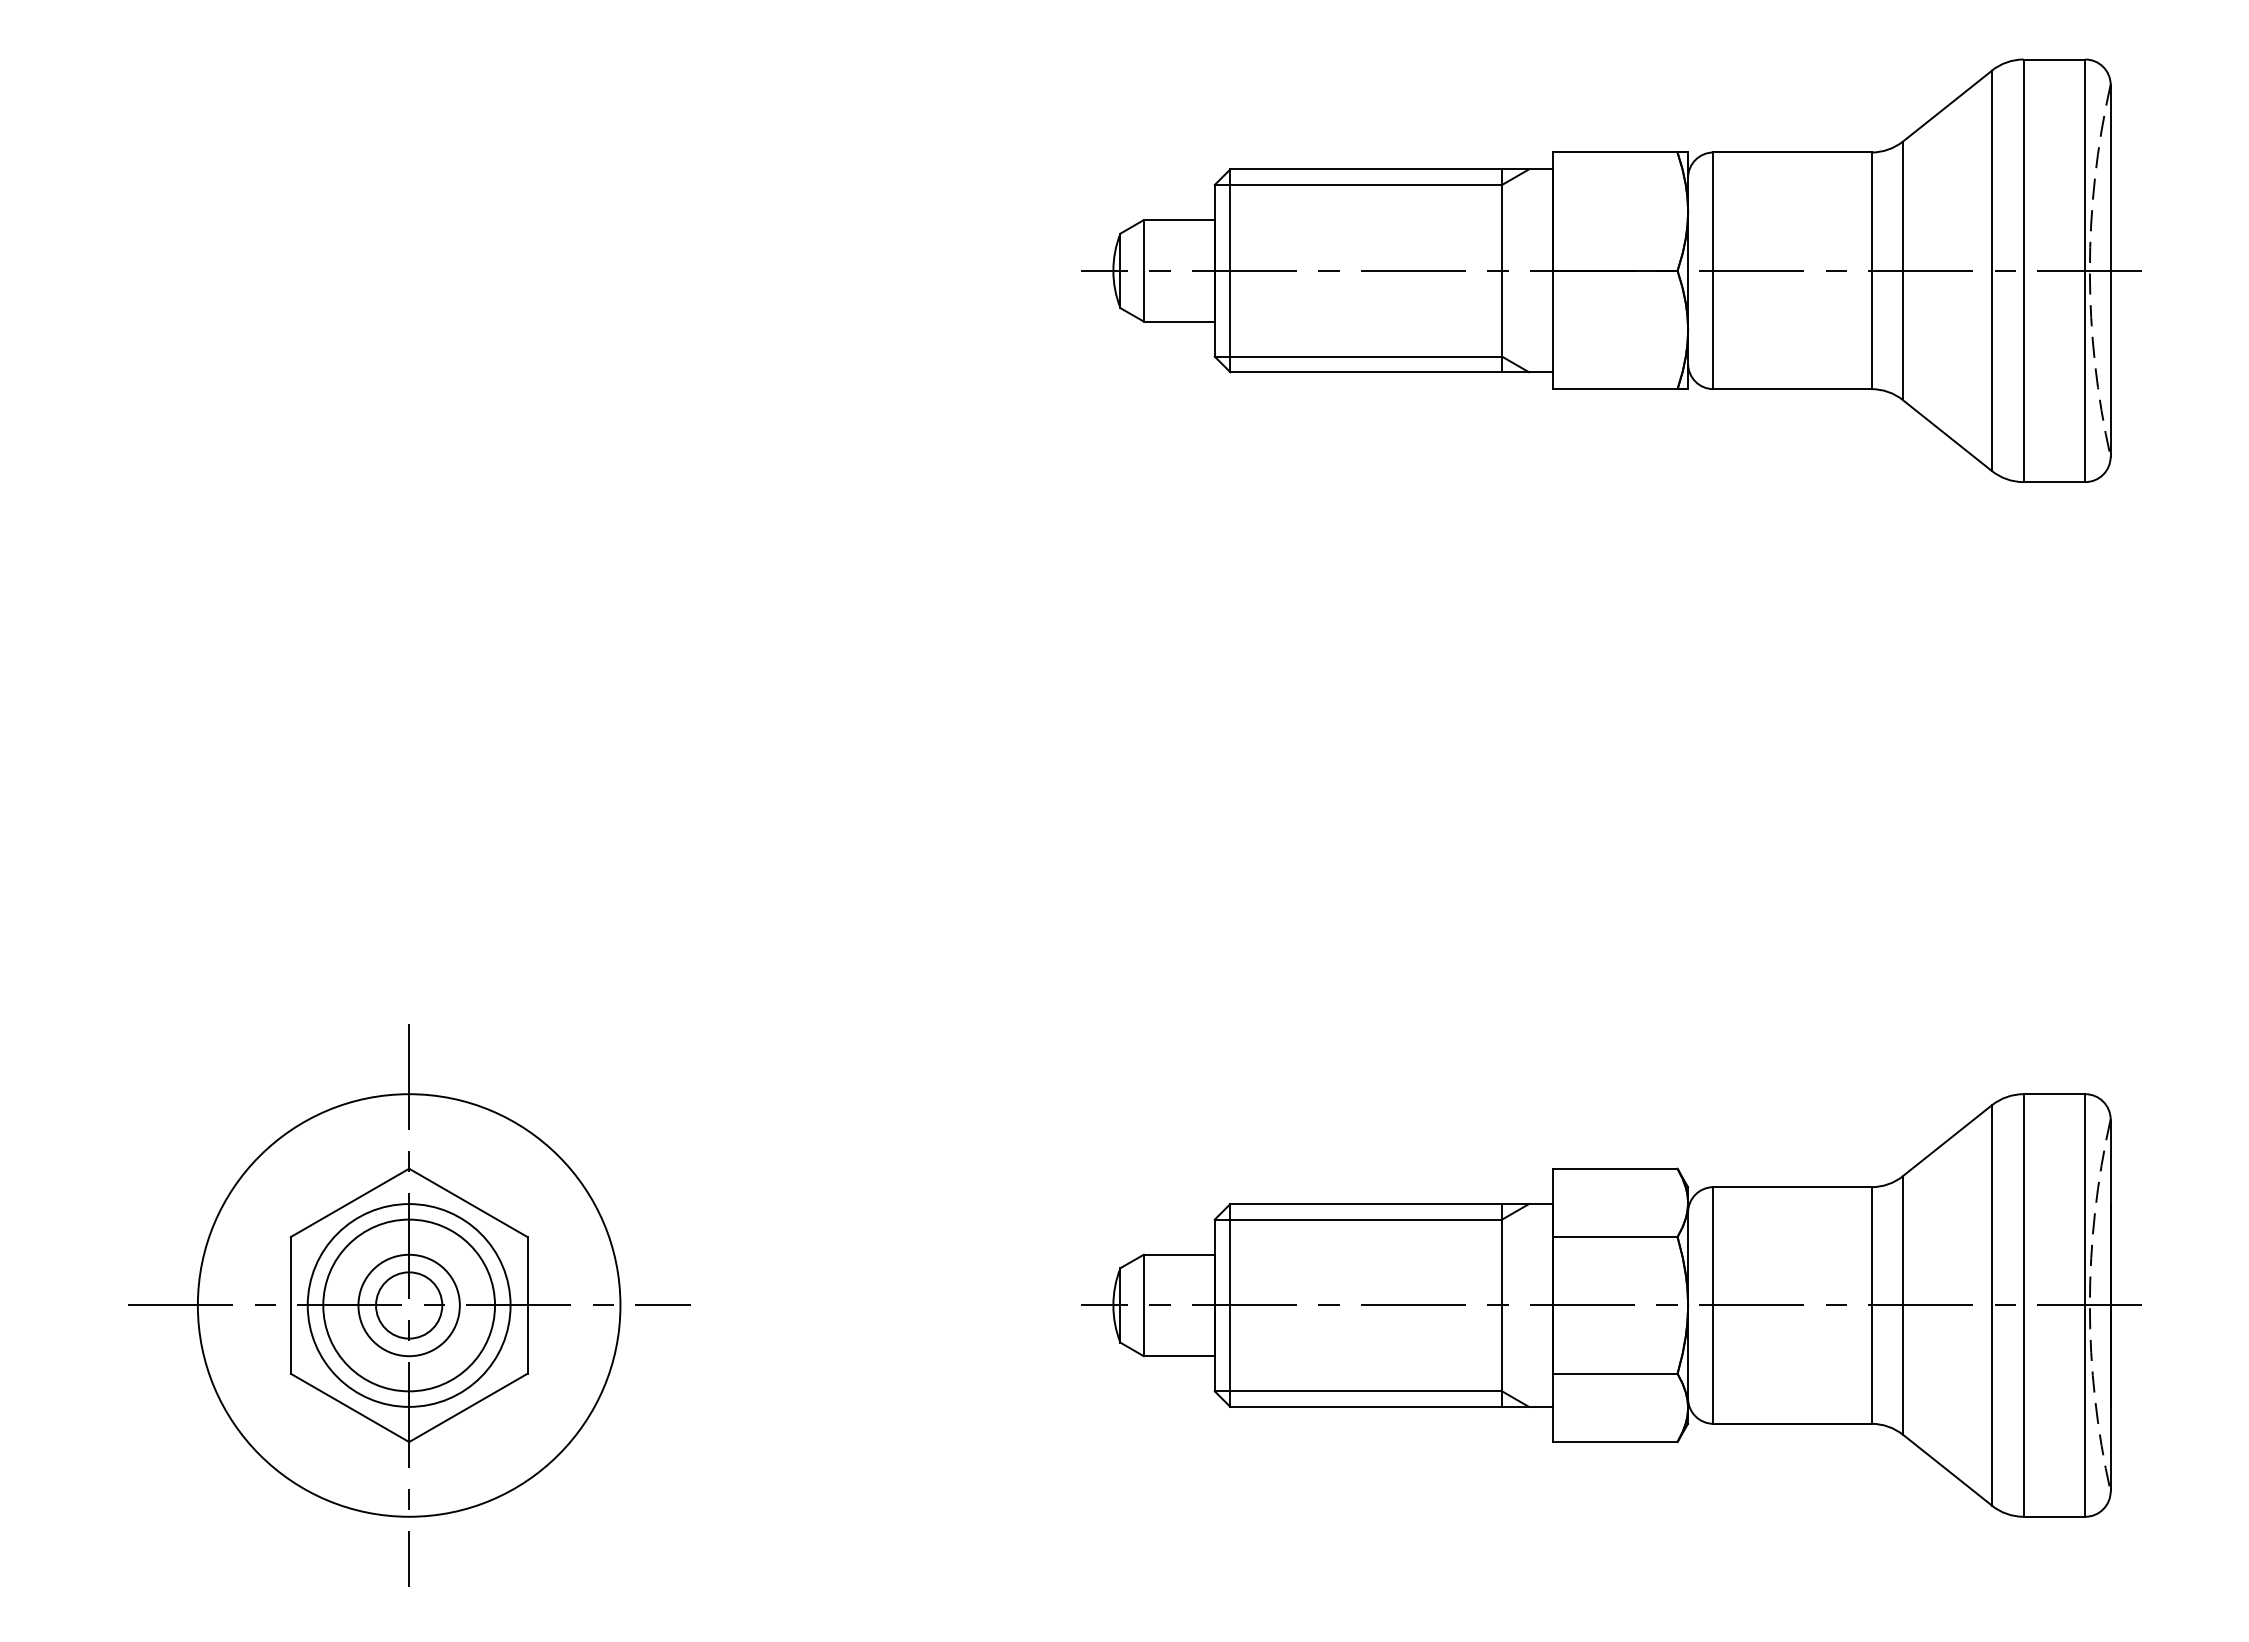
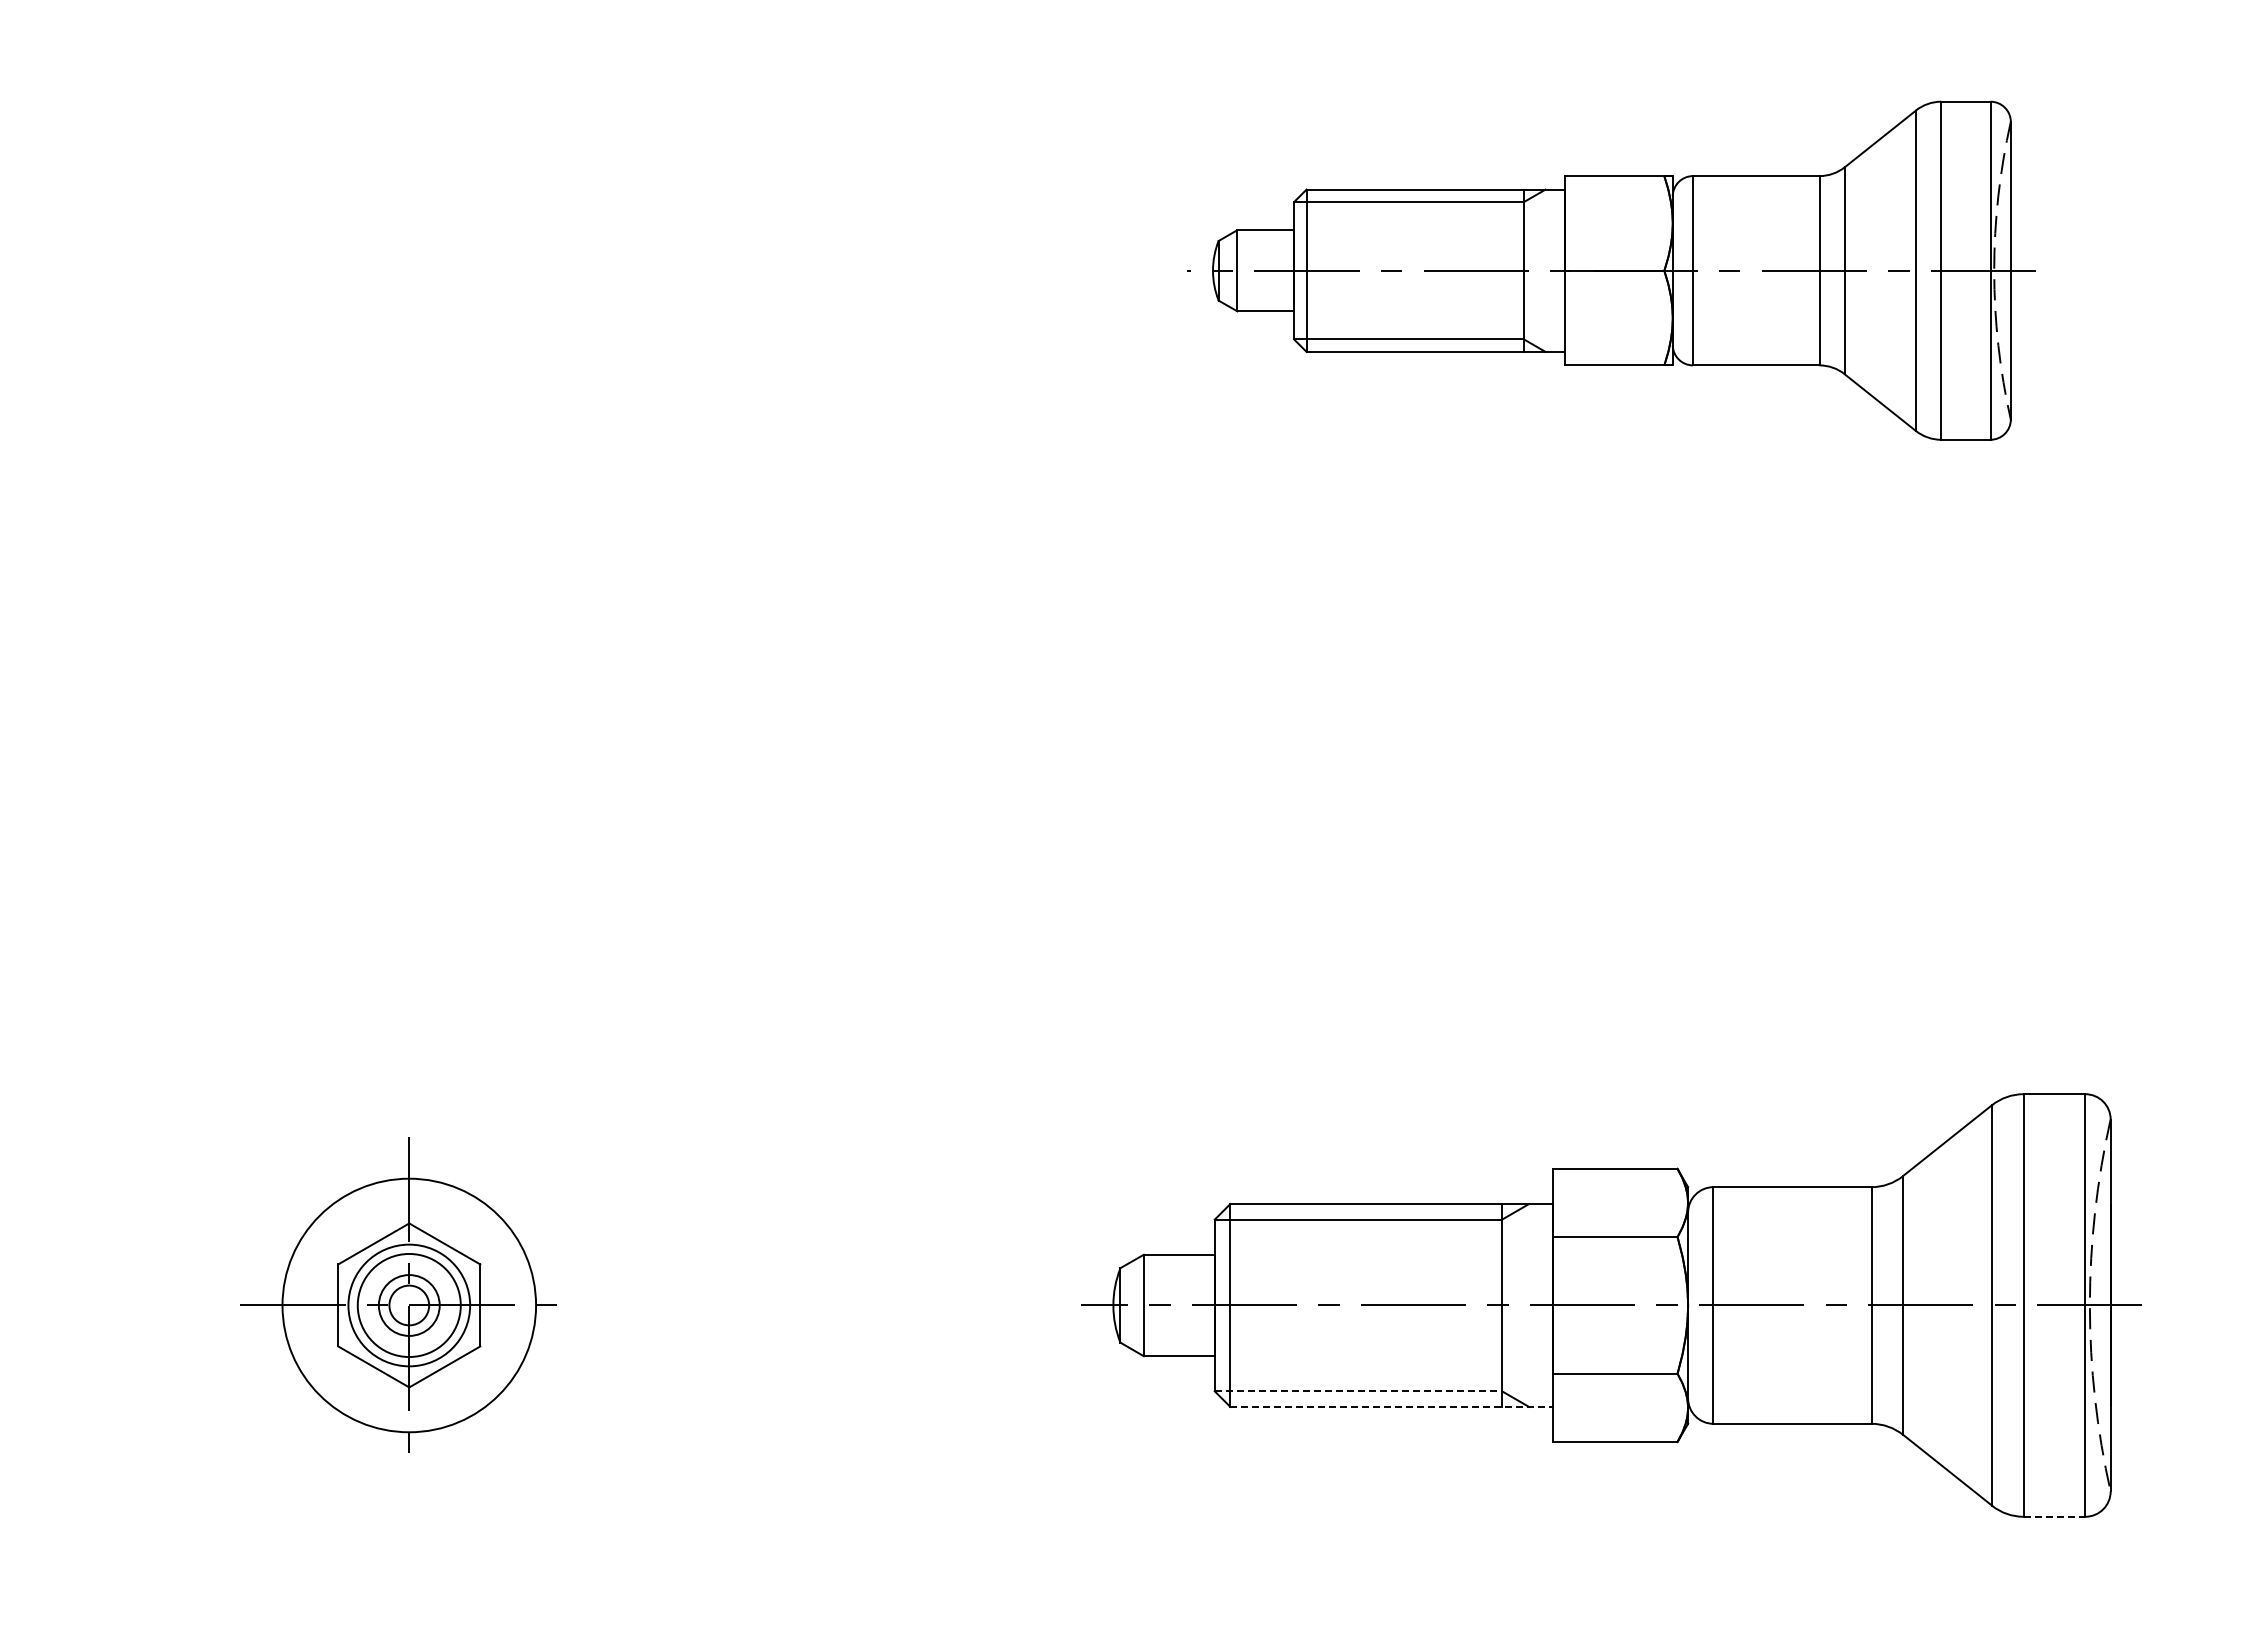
part at (1611, 270) size: 1061x425 px -> 849x341 px
part at (409, 1305) size: 563x563 px -> 317x316 px
line at (1358, 1391): solid -> dashed
line at (1392, 1406): solid -> dashed
line at (2054, 1516): solid -> dashed
